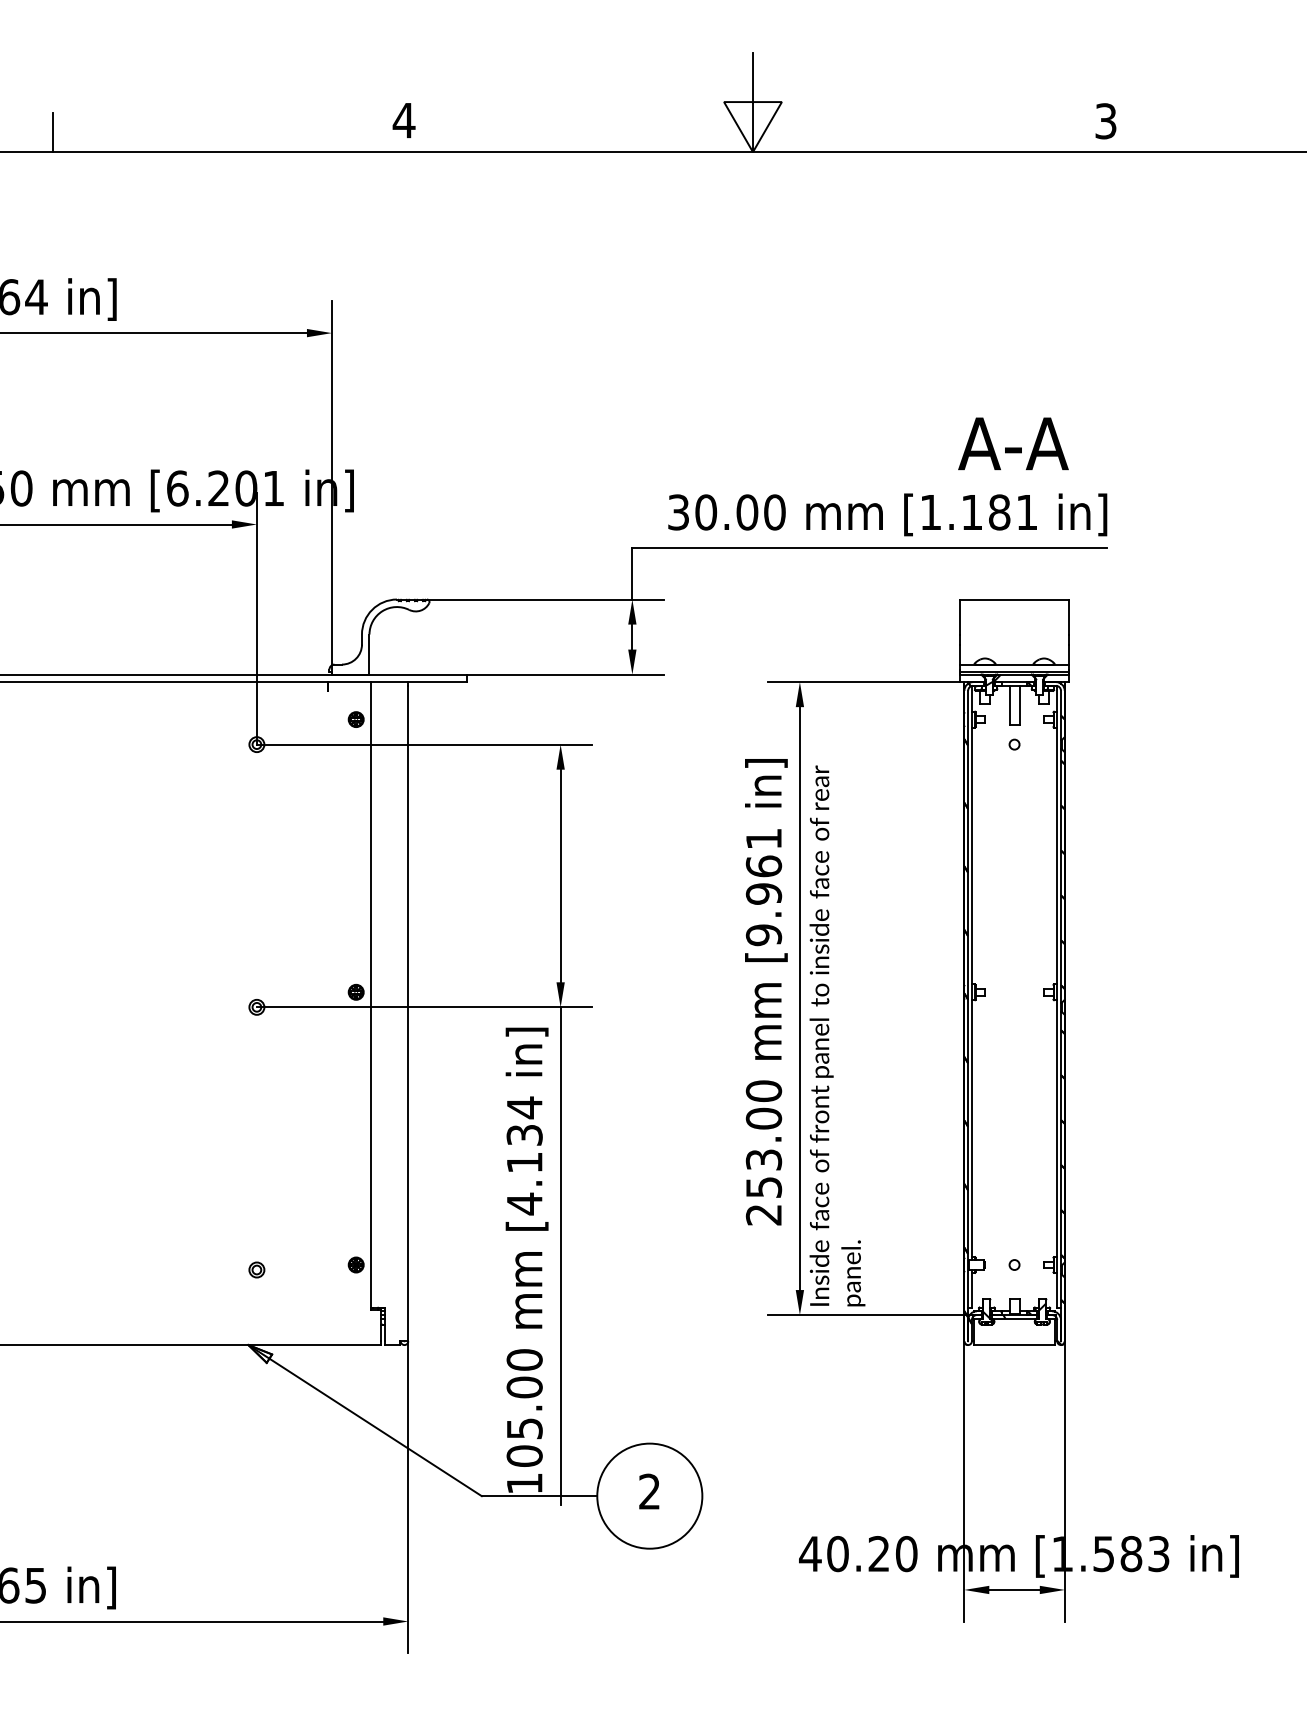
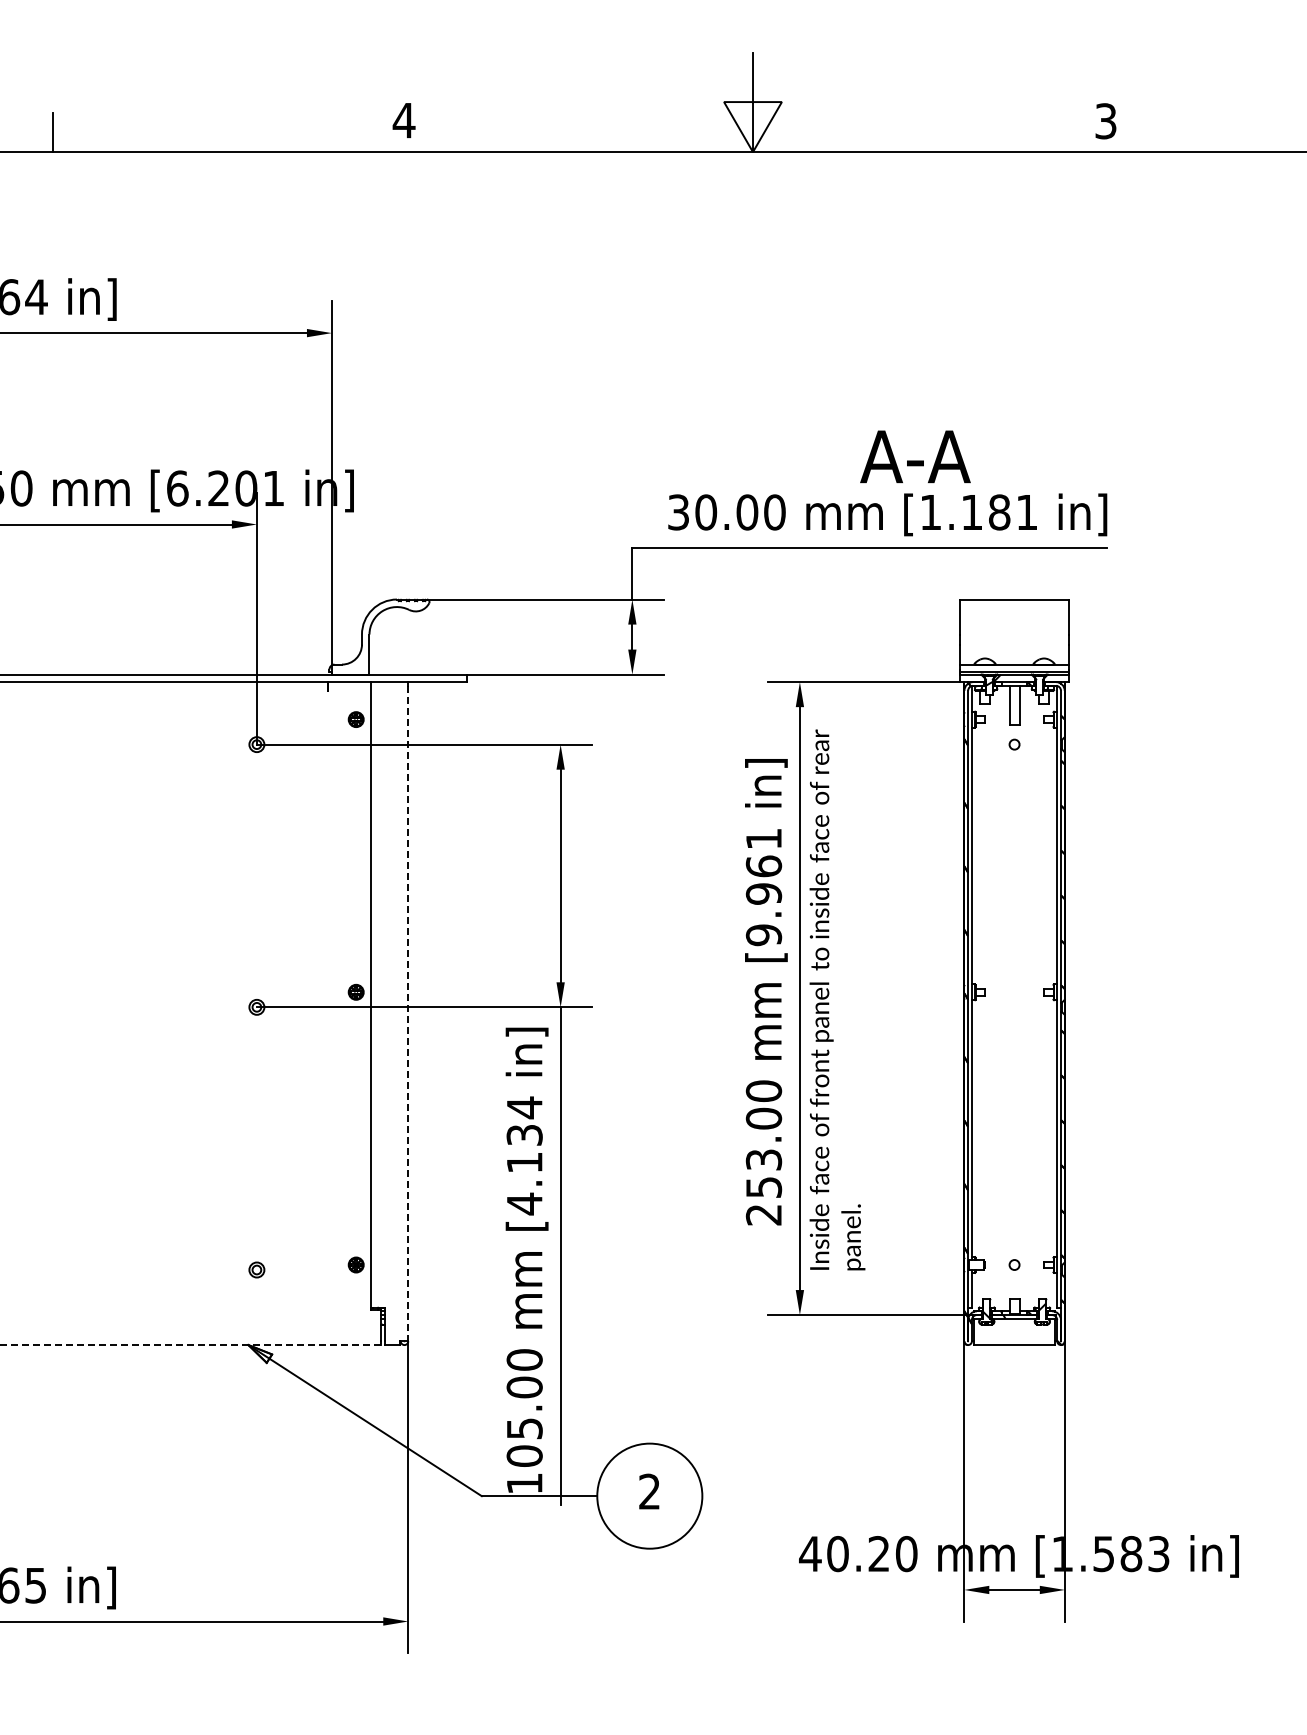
text at (1013, 443) position: (1013, 443) -> (915, 456)
line at (408, 1013): solid -> dashed
text at (837, 1035) position: (837, 1035) -> (837, 999)
line at (190, 1345): solid -> dashed
